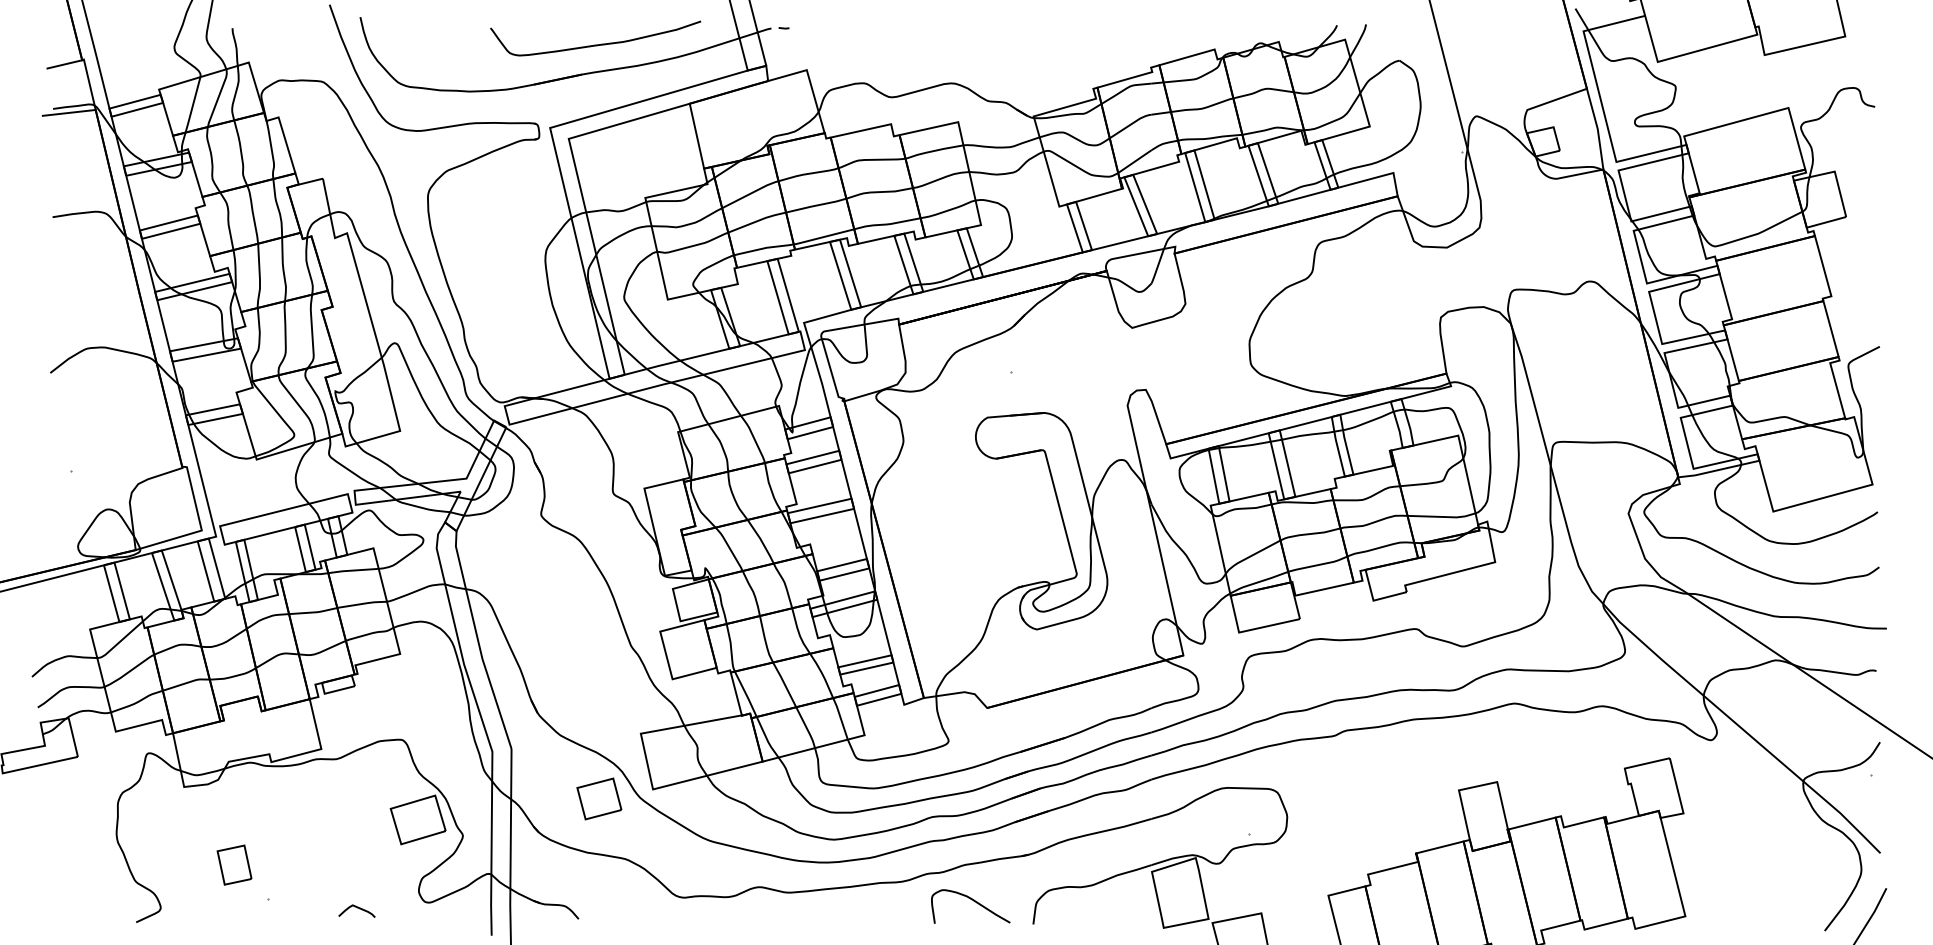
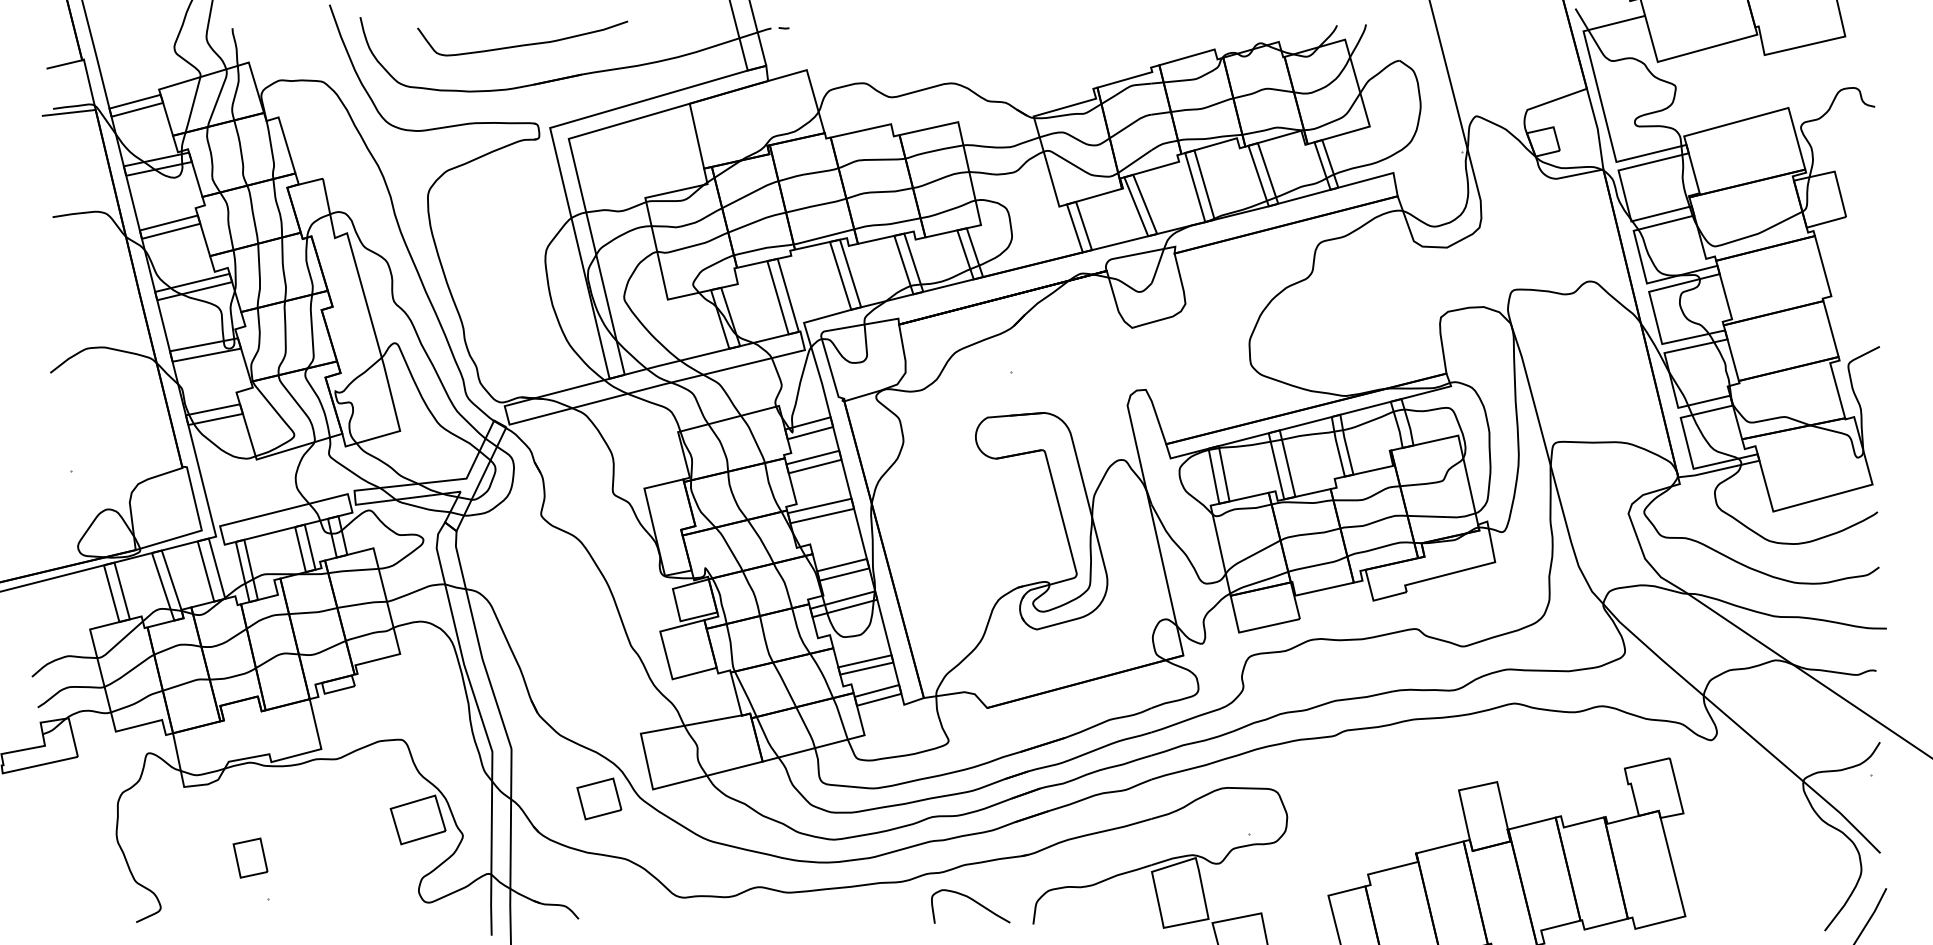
curve at (595, 44) position: (595, 44) -> (522, 44)
part at (234, 864) position: (234, 864) -> (250, 857)
curve at (357, 908): present -> none
